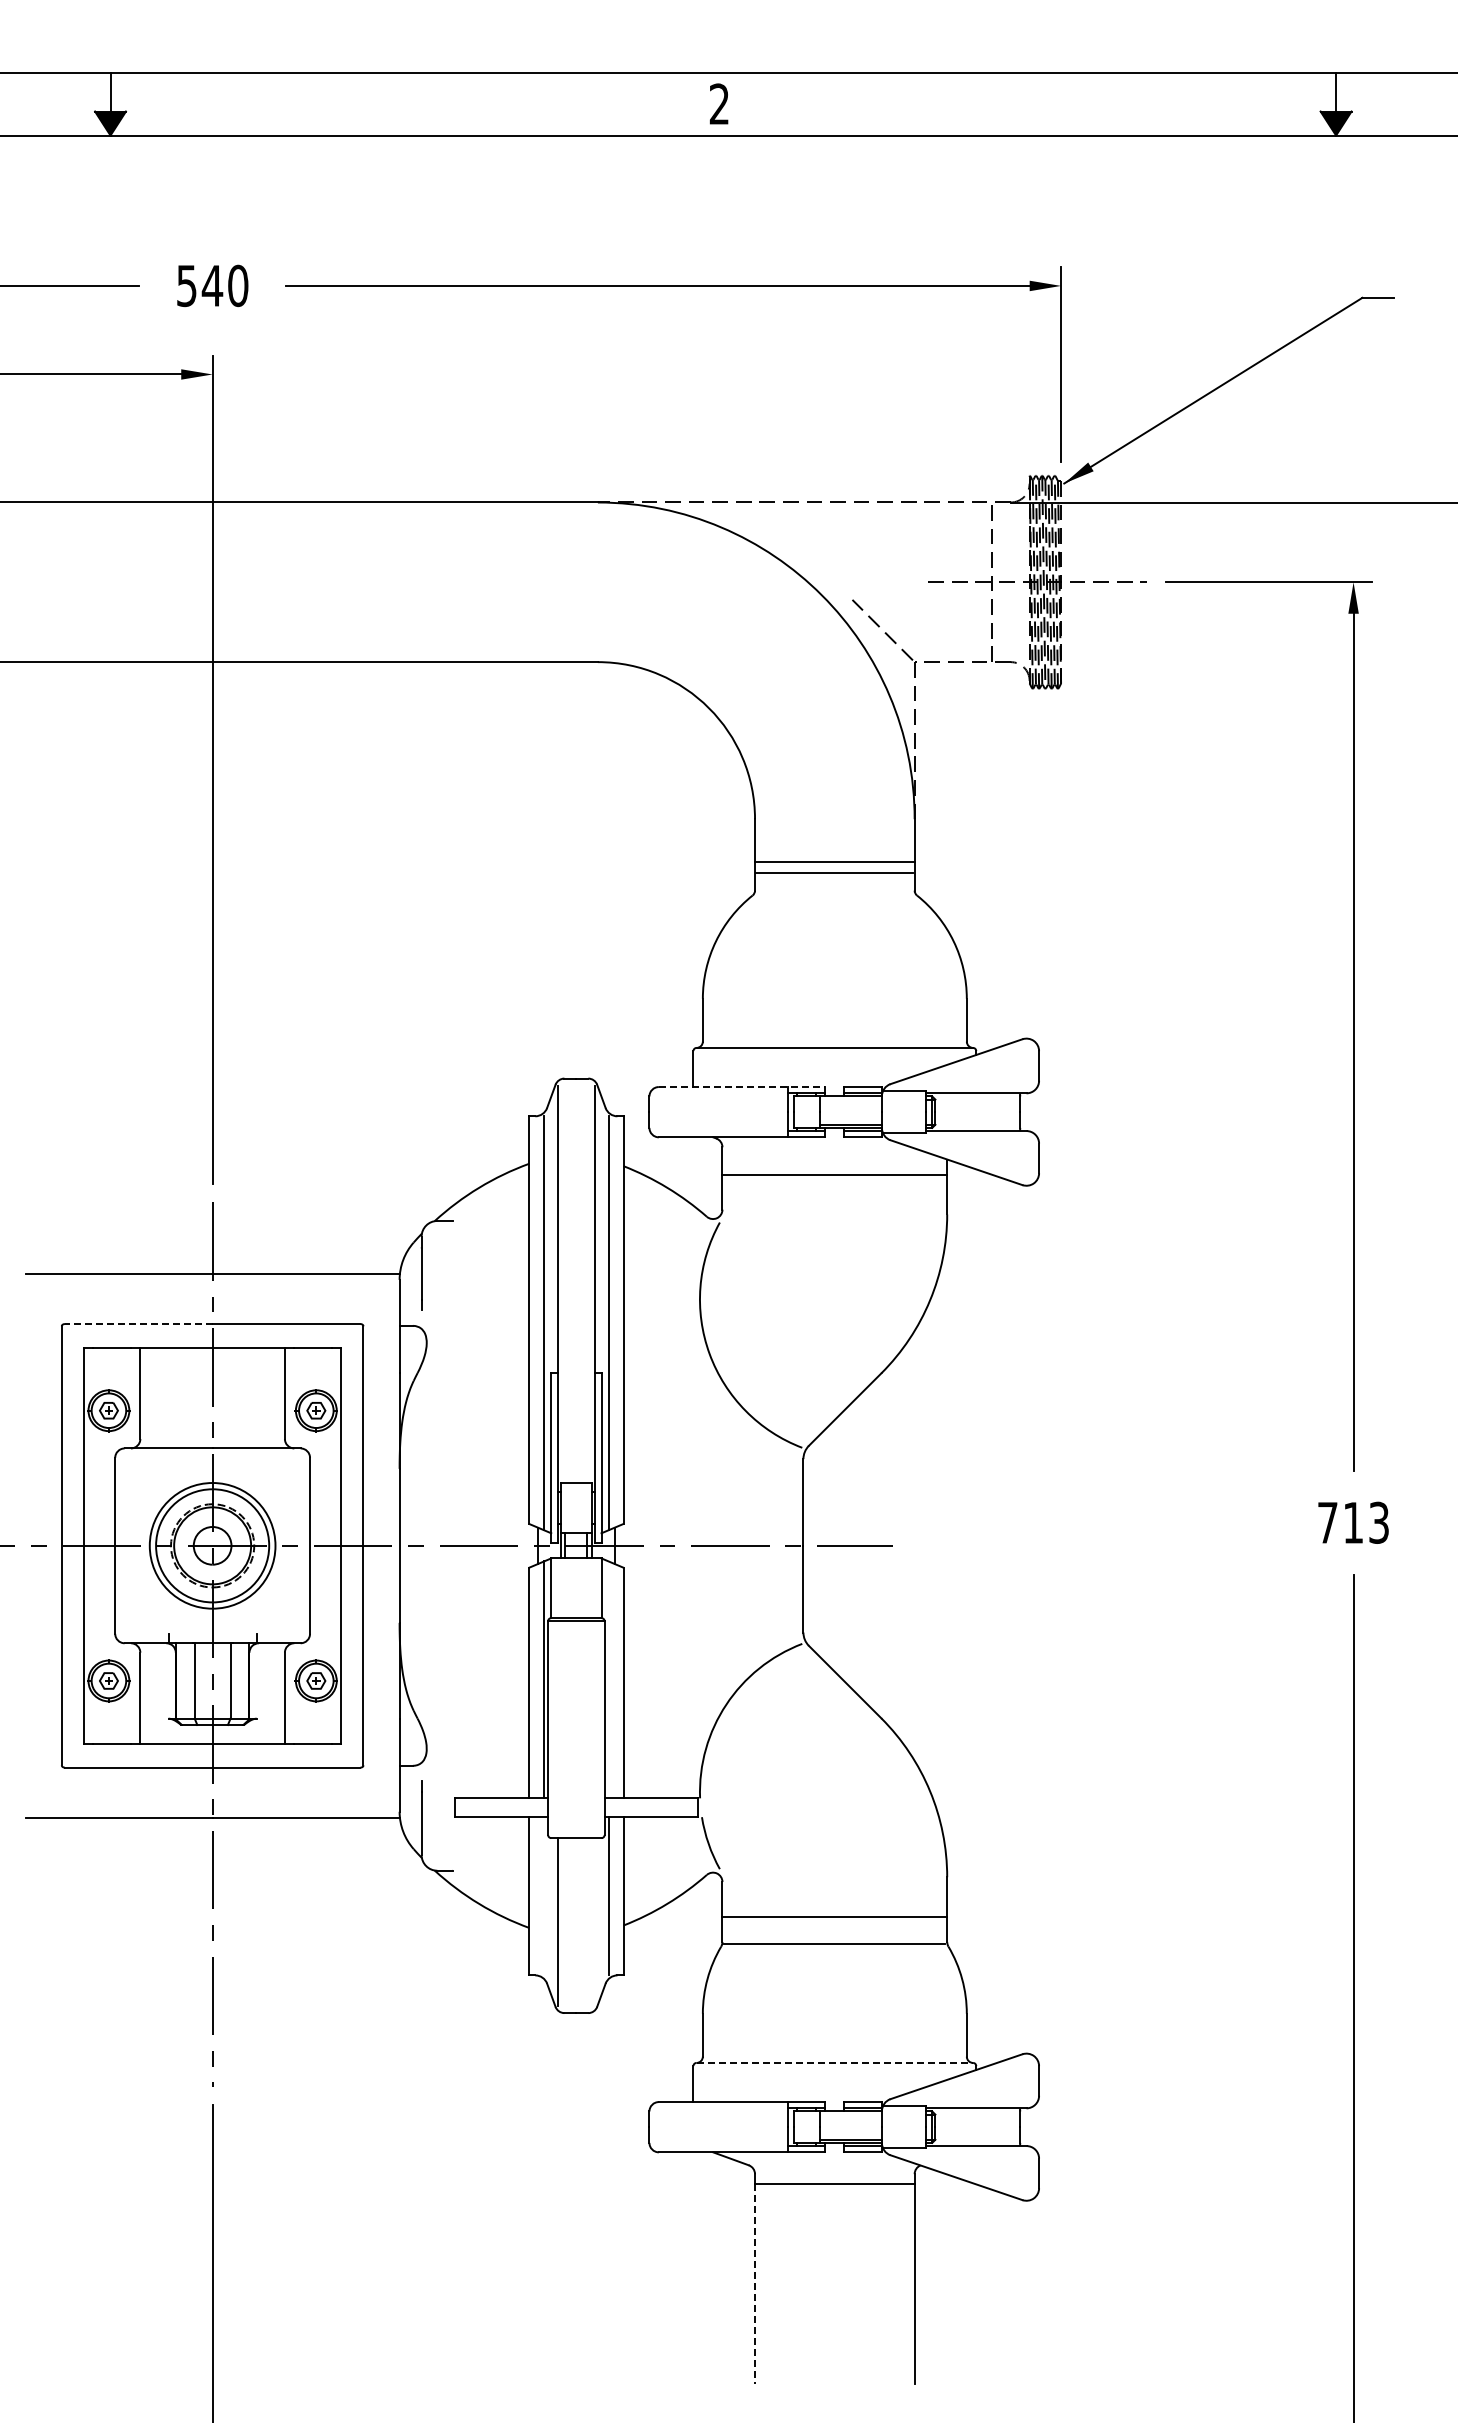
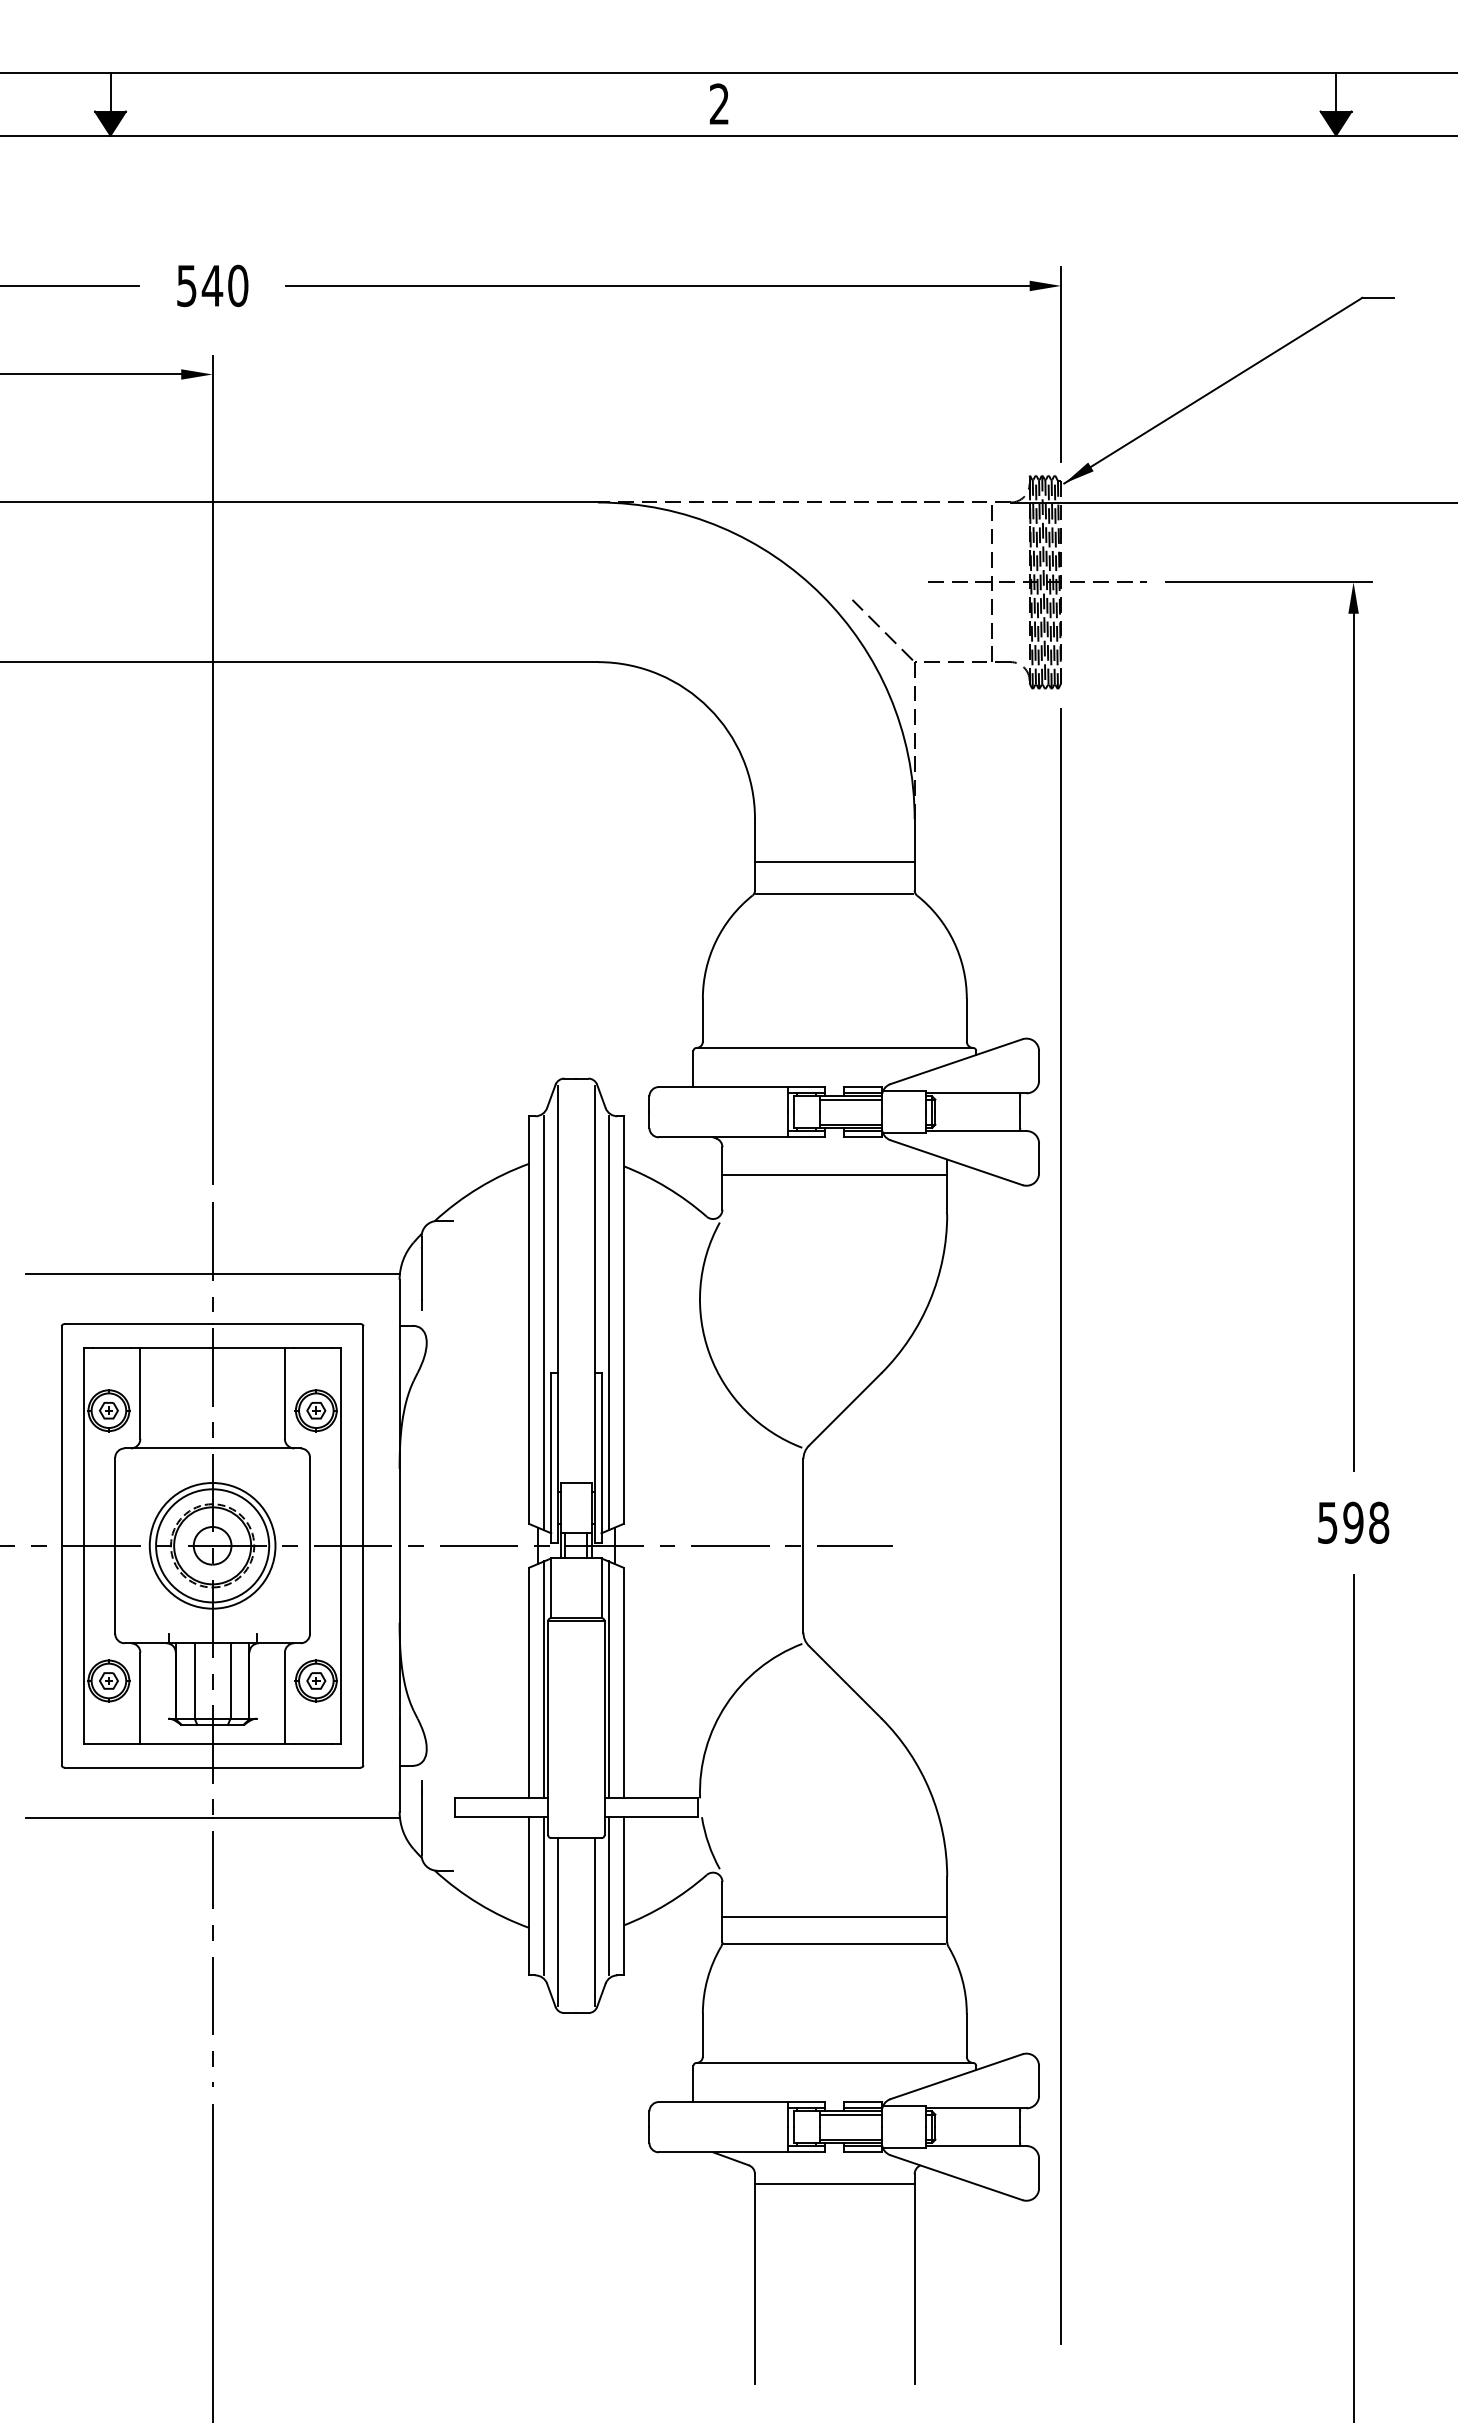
line at (834, 873) position: (834, 873) -> (834, 894)
line at (742, 1087): dashed -> solid
line at (850, 1099): none -> present
line at (138, 1324): dashed -> solid
text at (1353, 1522): 713 -> 598
line at (1061, 1526): none -> present
line at (608, 1679): none -> present
line at (544, 1896): none -> present
line at (594, 1921): none -> present
line at (835, 2062): dashed -> solid
line at (850, 2114): none -> present
line at (755, 2283): dashed -> solid
